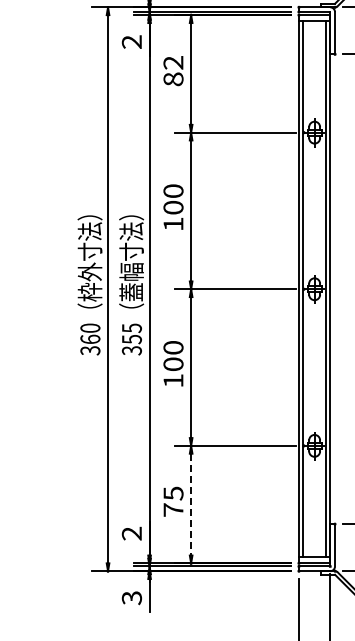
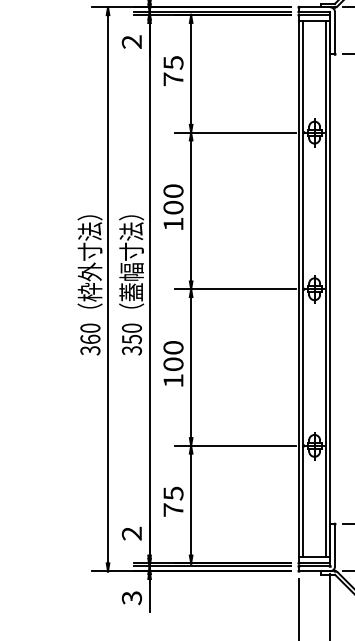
text at (173, 71): 82 -> 75
text at (131, 328): 355 -> 350
line at (191, 504): dashed -> solid
